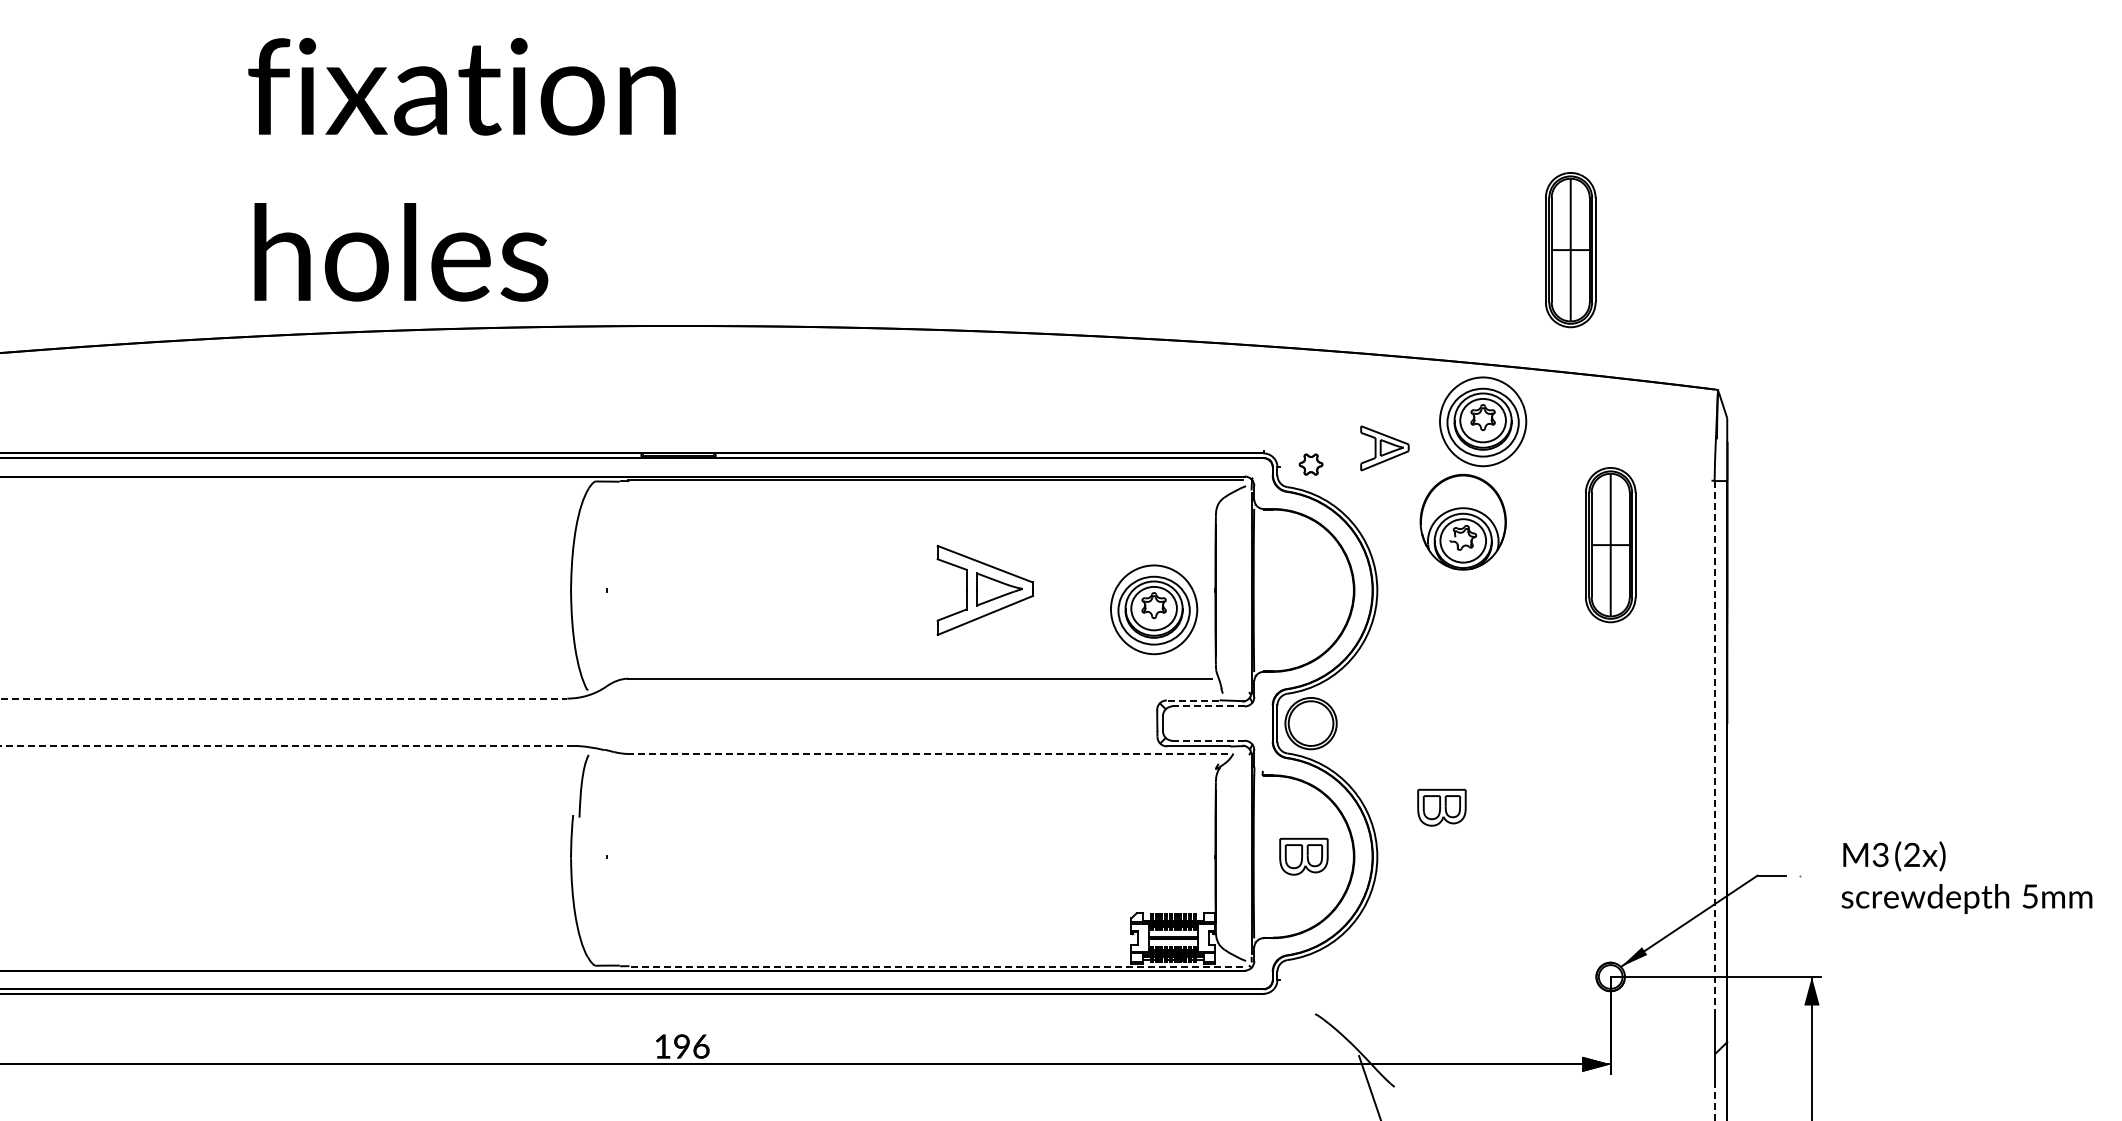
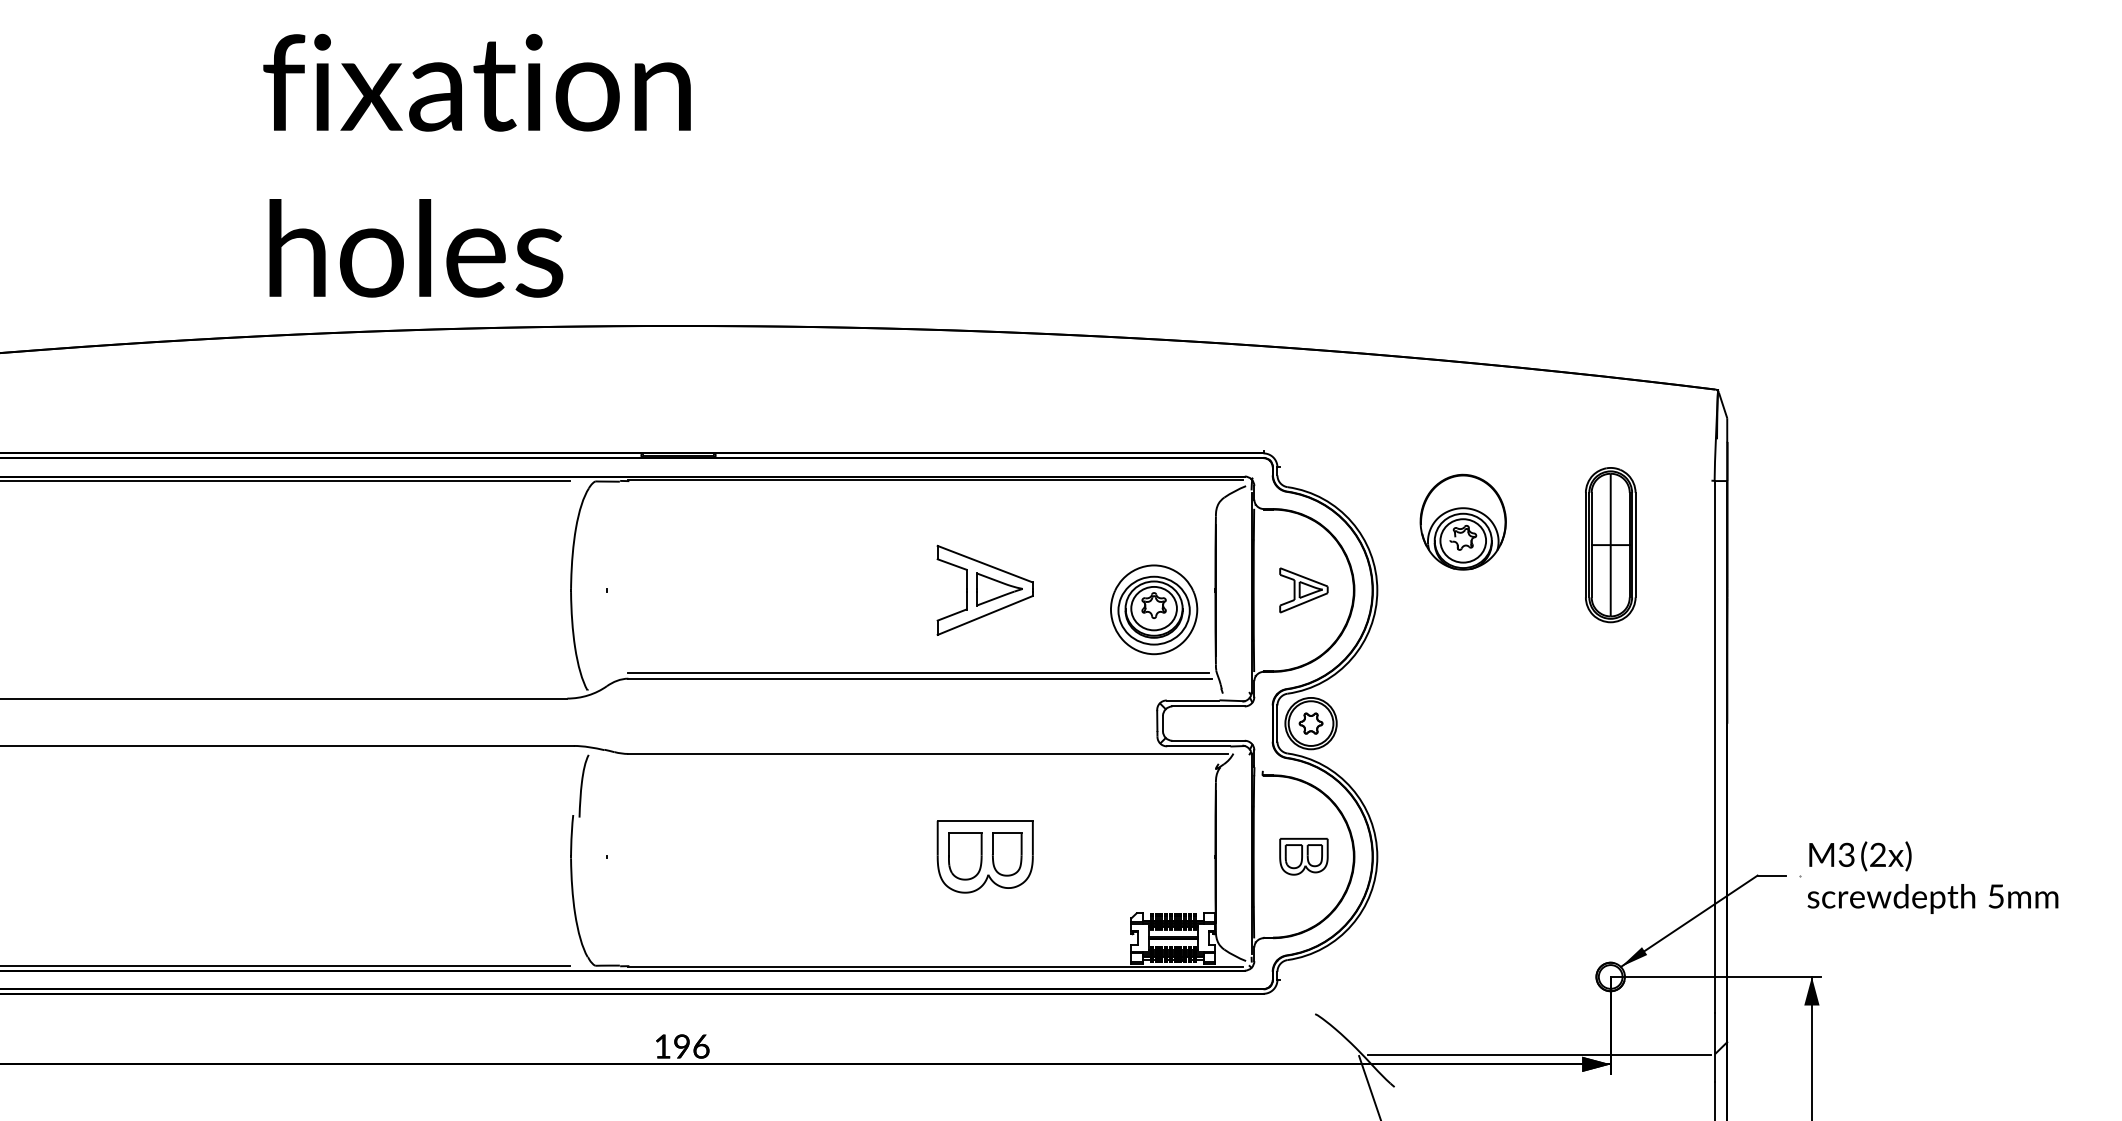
text at (461, 169) position: (461, 169) -> (476, 165)
part at (1570, 250): present -> none
part at (1483, 421): present -> none
part at (1384, 448) position: (1384, 448) -> (1303, 590)
part at (1310, 464) position: (1310, 464) -> (1310, 723)
line at (285, 480): none -> present
line at (918, 672): none -> present
line at (284, 698): dashed -> solid
line at (1192, 700): dashed -> solid
line at (1209, 706): dashed -> solid
line at (1208, 740): dashed -> solid
line at (286, 745): dashed -> solid
line at (1714, 747): dashed -> solid
line at (928, 753): dashed -> solid
part at (1441, 807): present -> none
part at (984, 856): none -> present
text at (1966, 877) position: (1966, 877) -> (1932, 877)
line at (285, 966): none -> present
line at (935, 966): dashed -> solid
line at (1539, 1054): none -> present
line at (1714, 1101): dashed -> solid
